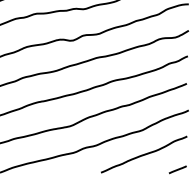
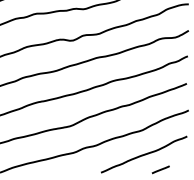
line at (177, 169) position: (177, 169) -> (160, 169)
